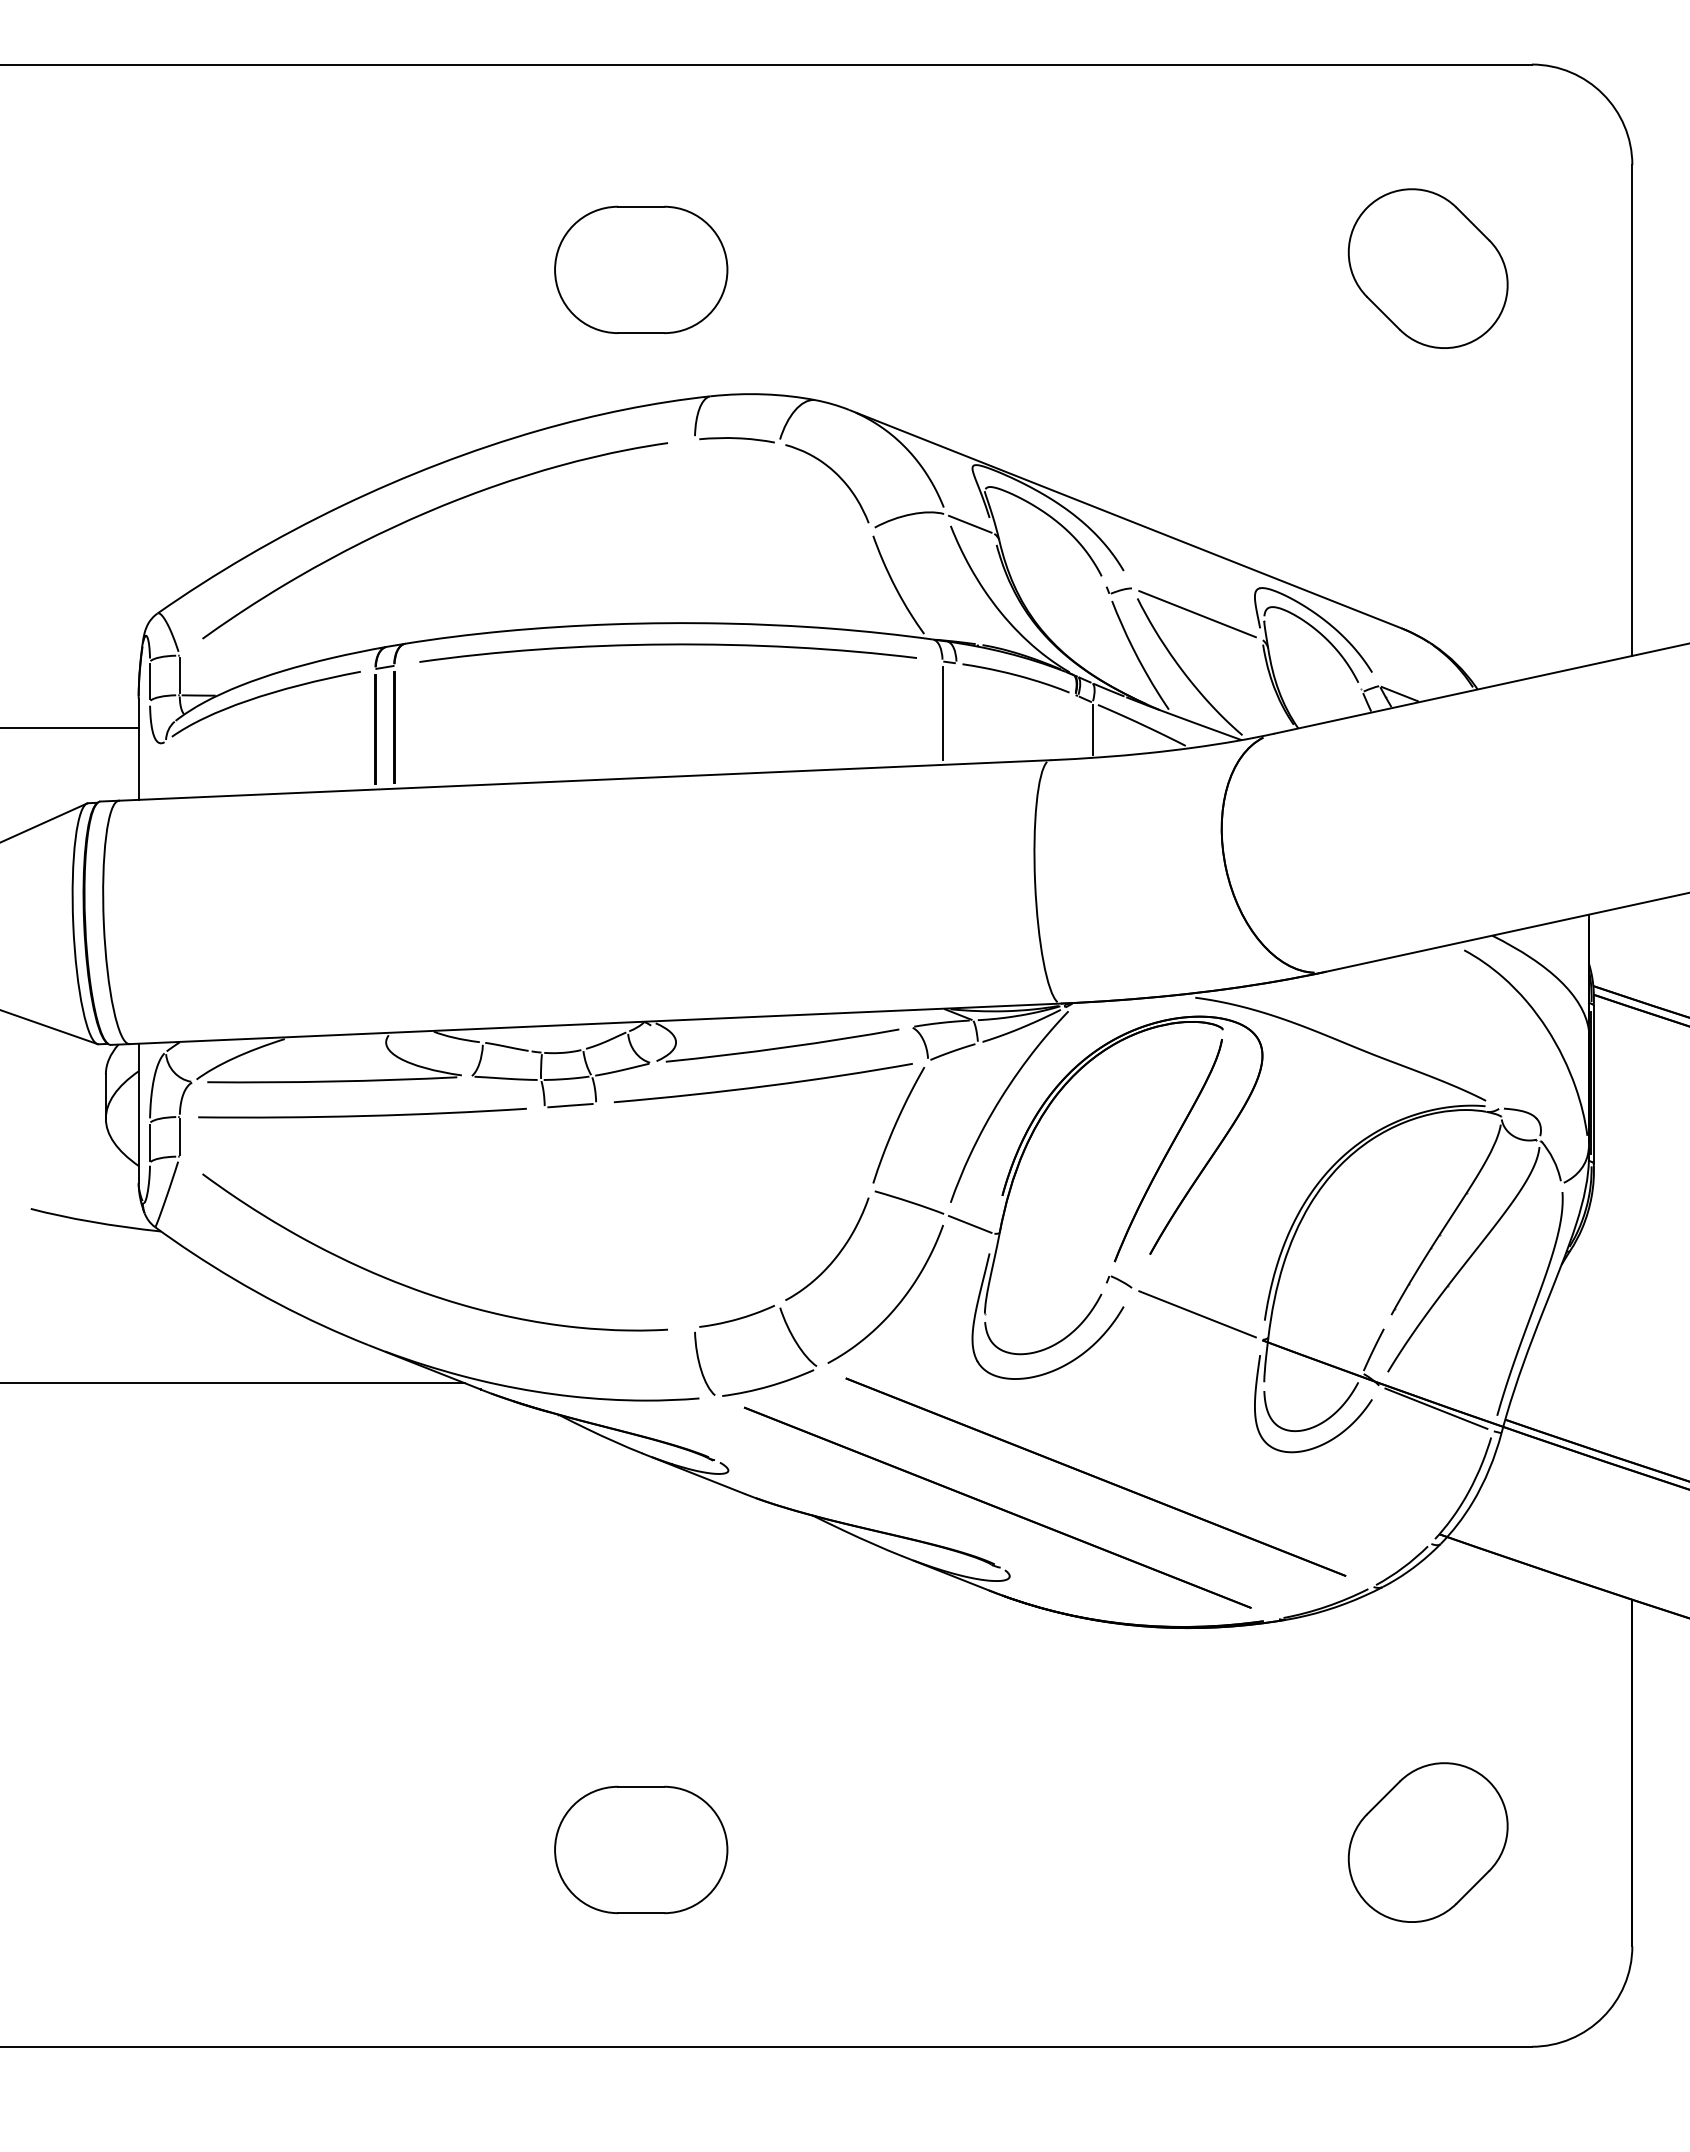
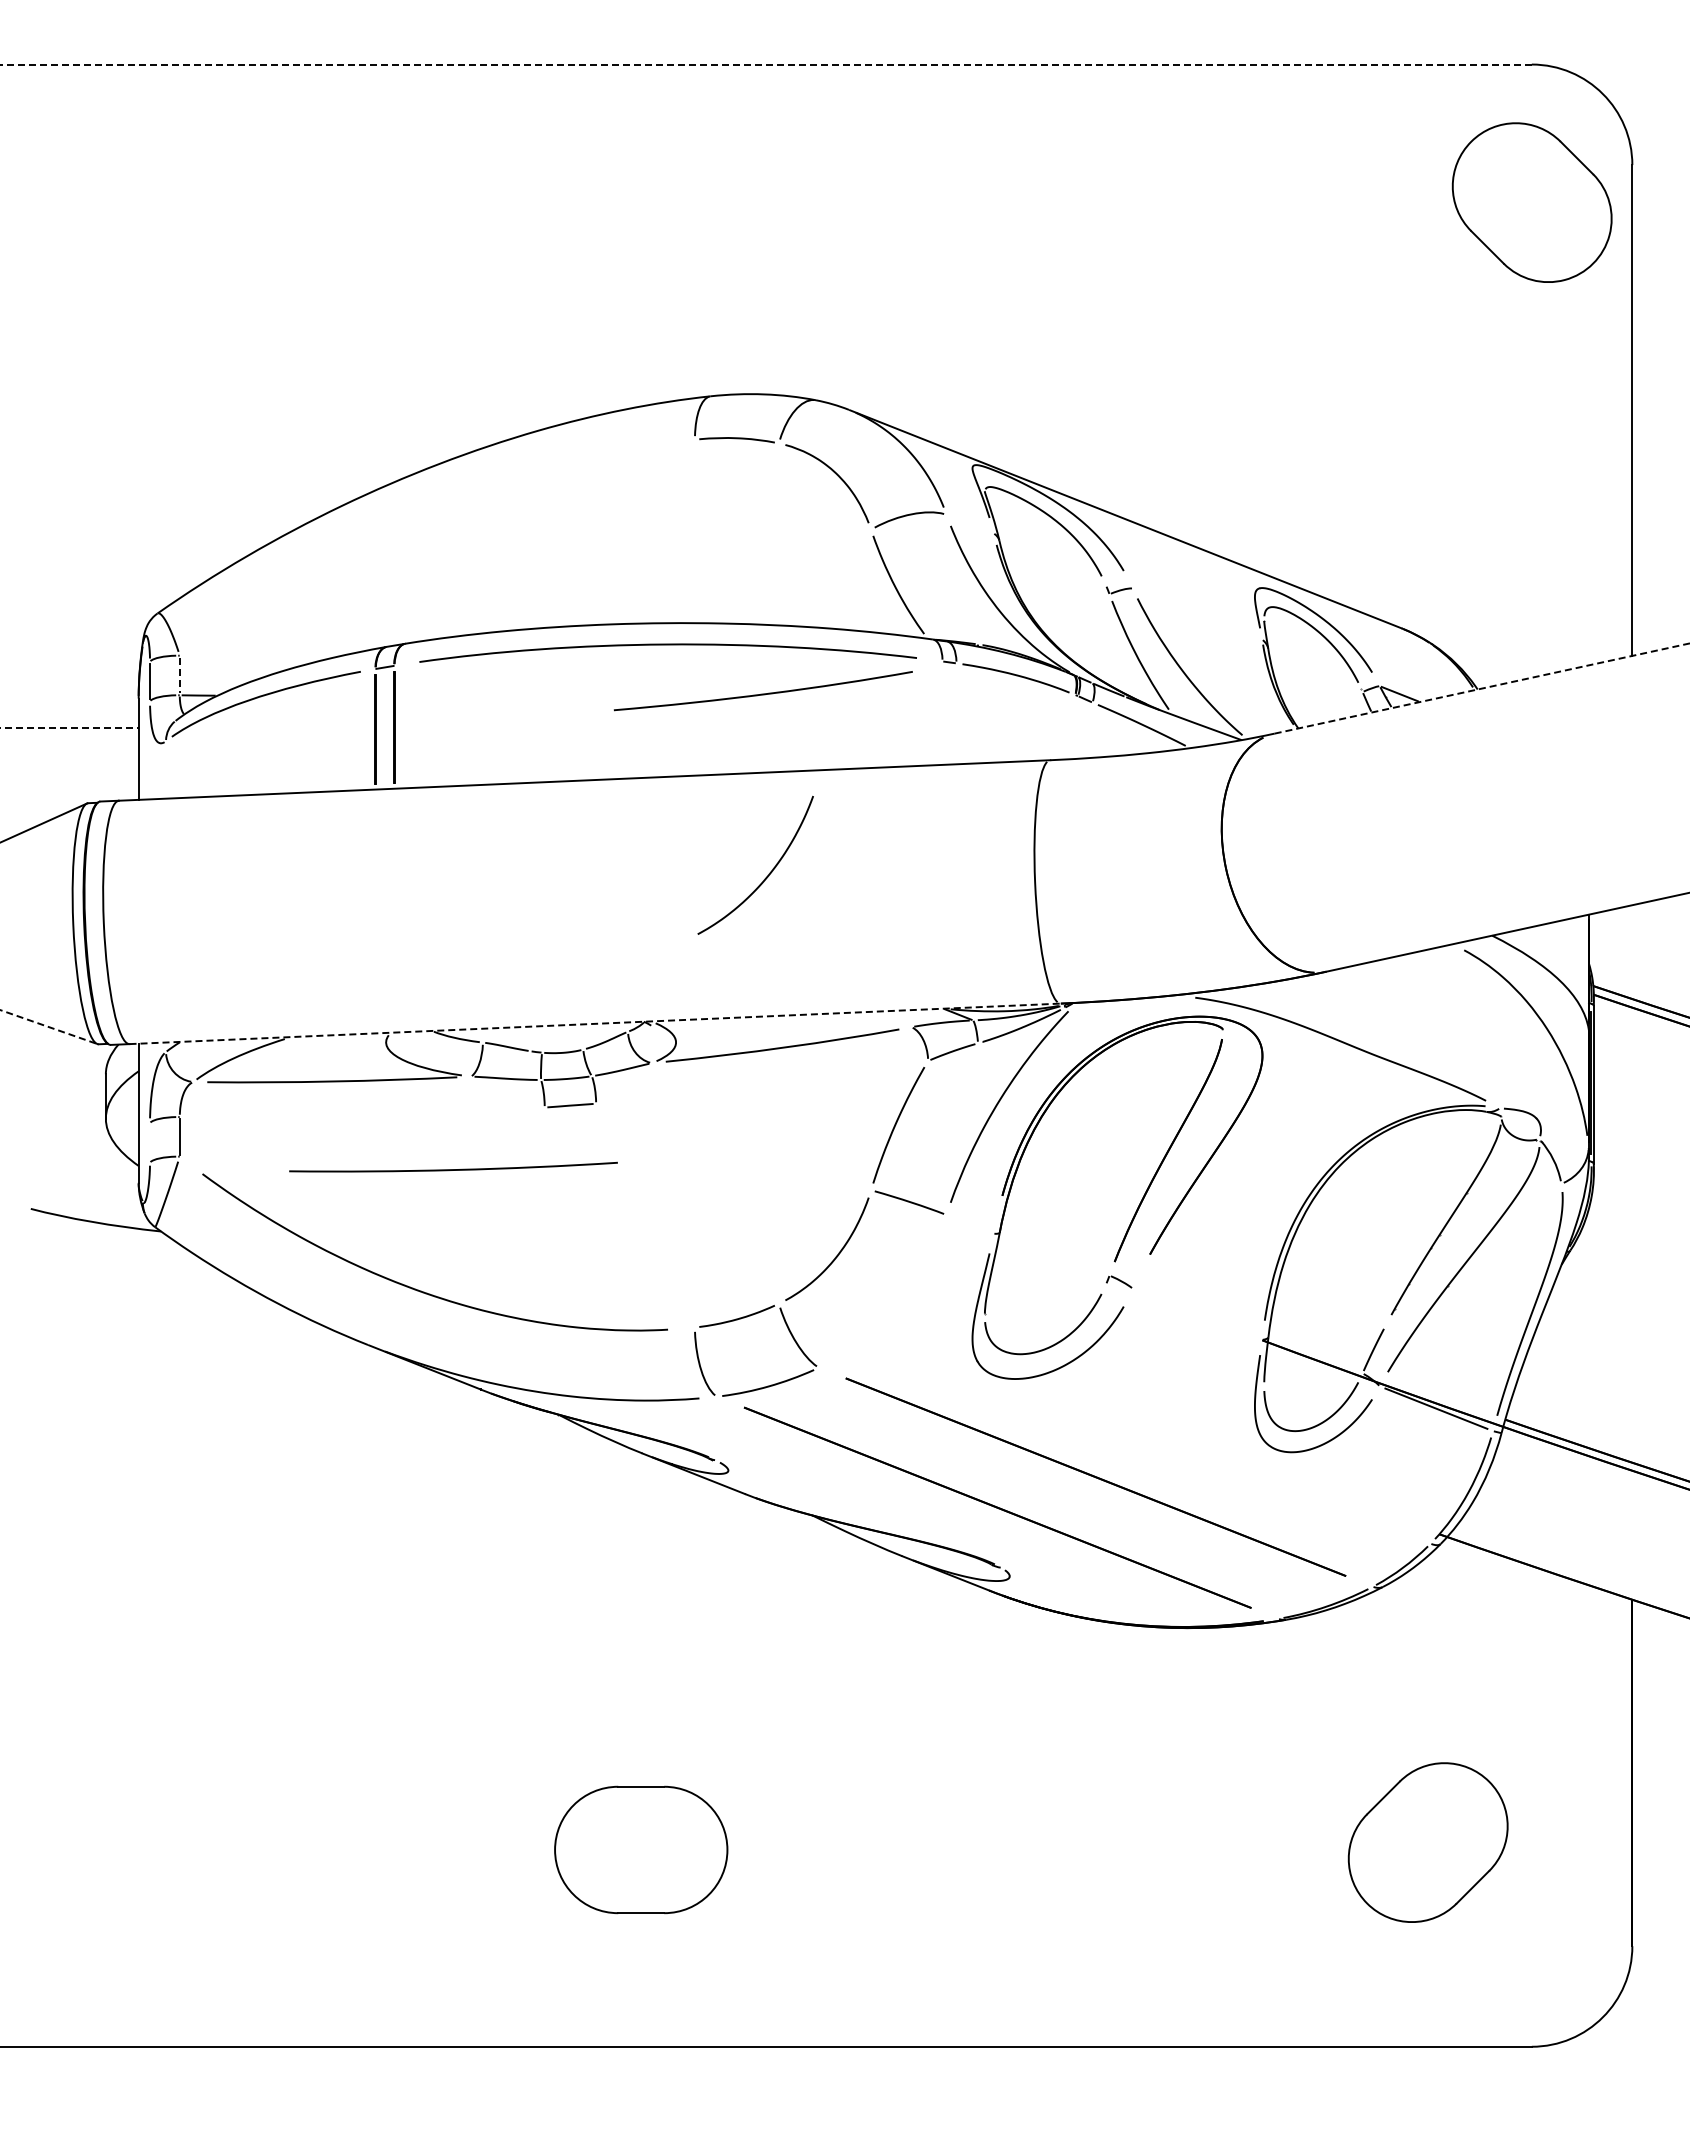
line at (766, 64): solid -> dashed
part at (1427, 268) position: (1427, 268) -> (1531, 202)
part at (641, 269): present -> none
curve at (427, 513): present -> none
line at (969, 523): present -> none
line at (1197, 614): present -> none
line at (179, 675): solid -> dashed
line at (1482, 688): solid -> dashed
line at (942, 712): present -> none
line at (69, 728): solid -> dashed
line at (1092, 730): present -> none
line at (595, 1023): solid -> dashed
line at (49, 1027): solid -> dashed
curve at (762, 1085) position: (762, 1085) -> (762, 693)
curve at (362, 1115) position: (362, 1115) -> (453, 1169)
line at (150, 1142): present -> none
line at (969, 1224): present -> none
curve at (899, 1301) position: (899, 1301) -> (769, 872)
line at (1197, 1314): present -> none
line at (233, 1383): present -> none
